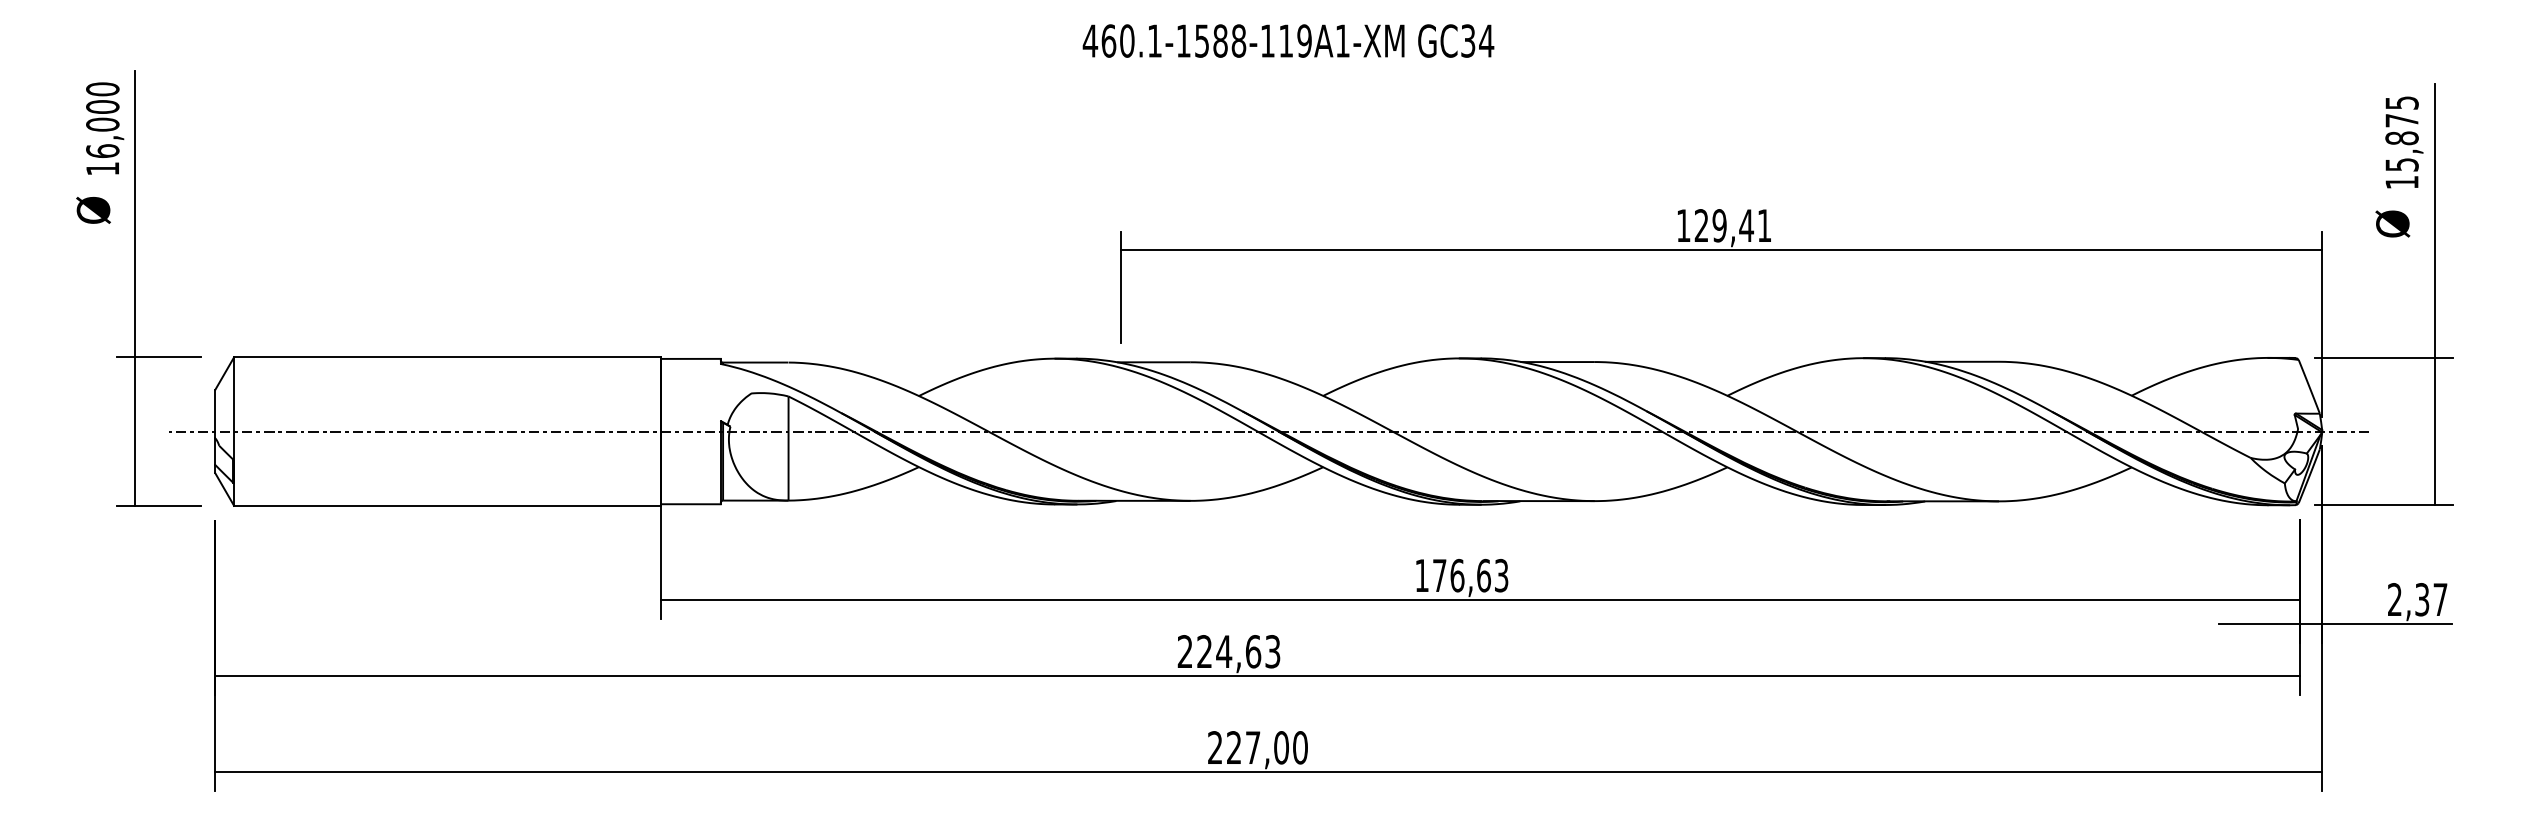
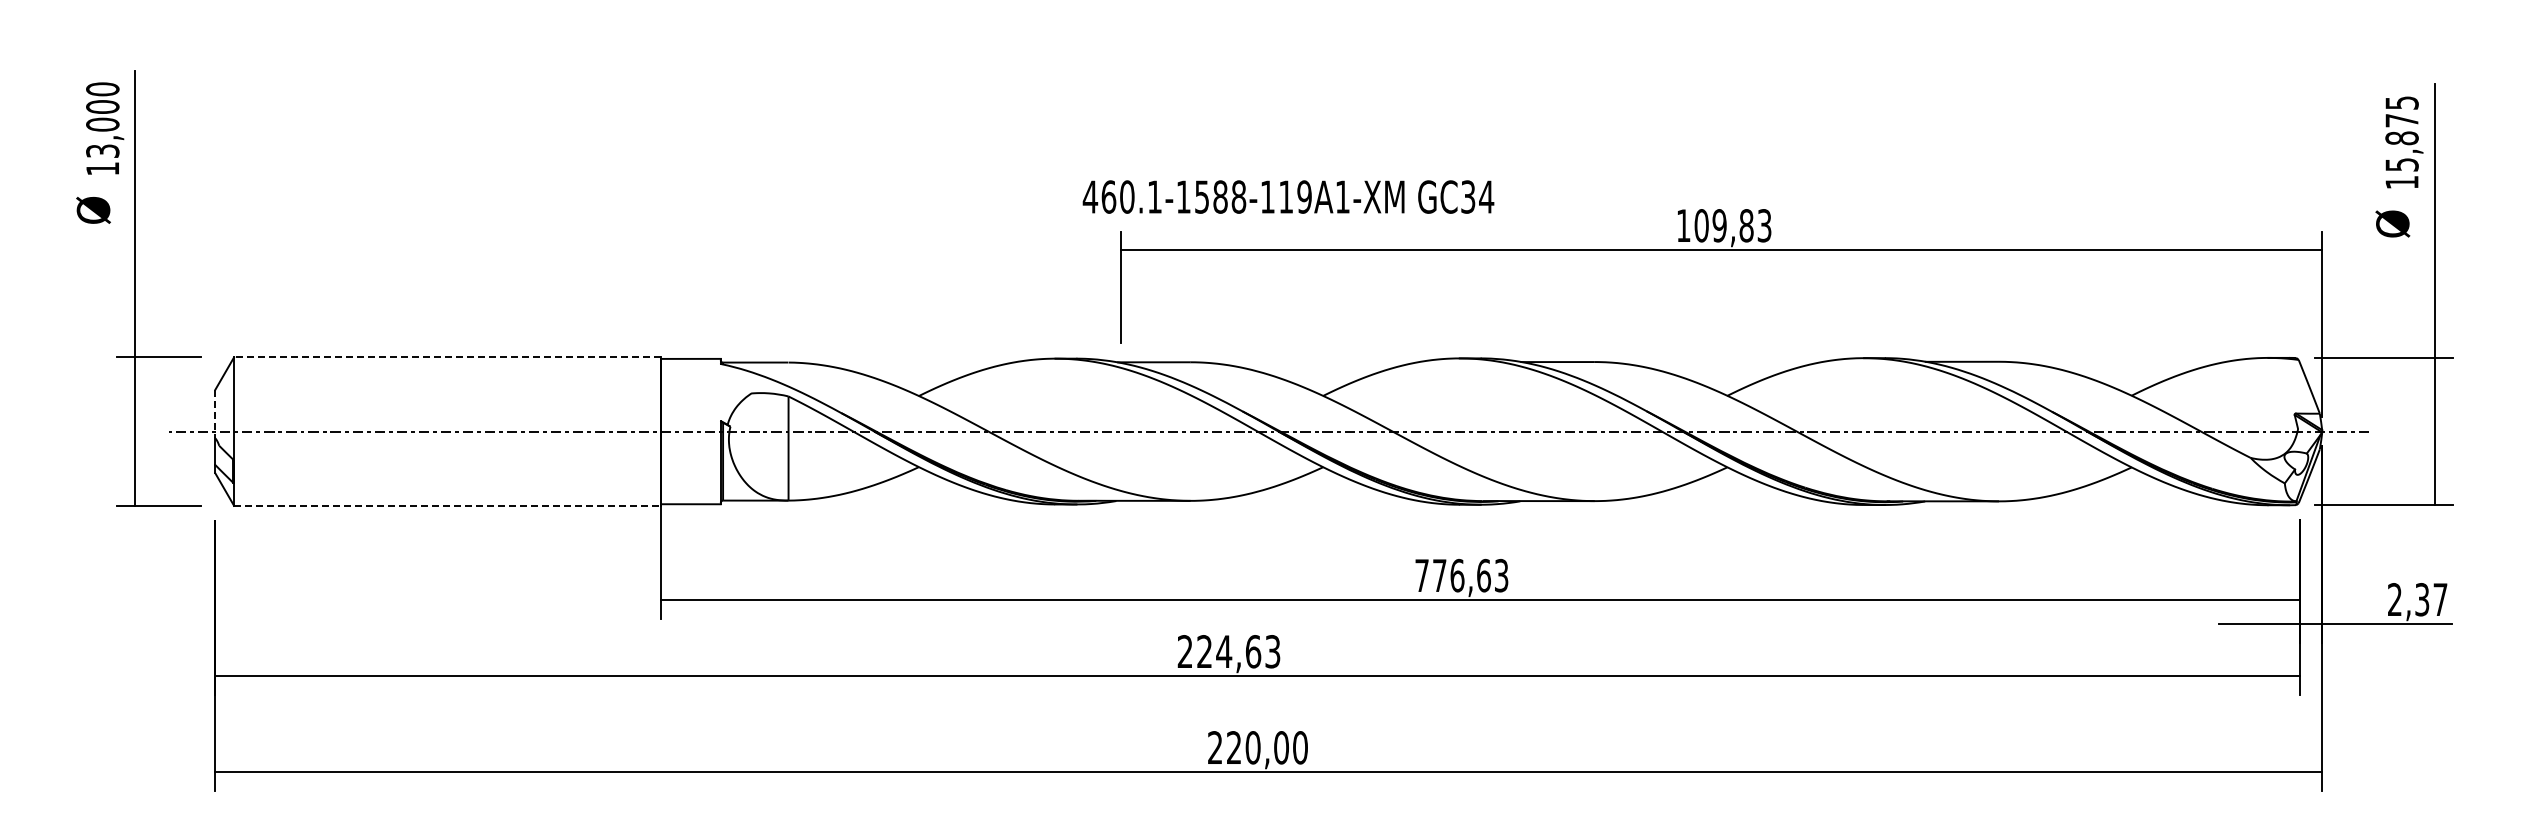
text at (1288, 40) position: (1288, 40) -> (1288, 196)
text at (102, 150): 16,000 -> 13,000
text at (1732, 225): 129,41 -> 109,83
line at (447, 357): solid -> dashed
line at (215, 414): solid -> dashed
line at (448, 505): solid -> dashed
text at (1421, 575): 176,63 -> 776,63
text at (1252, 747): 227,00 -> 220,00
